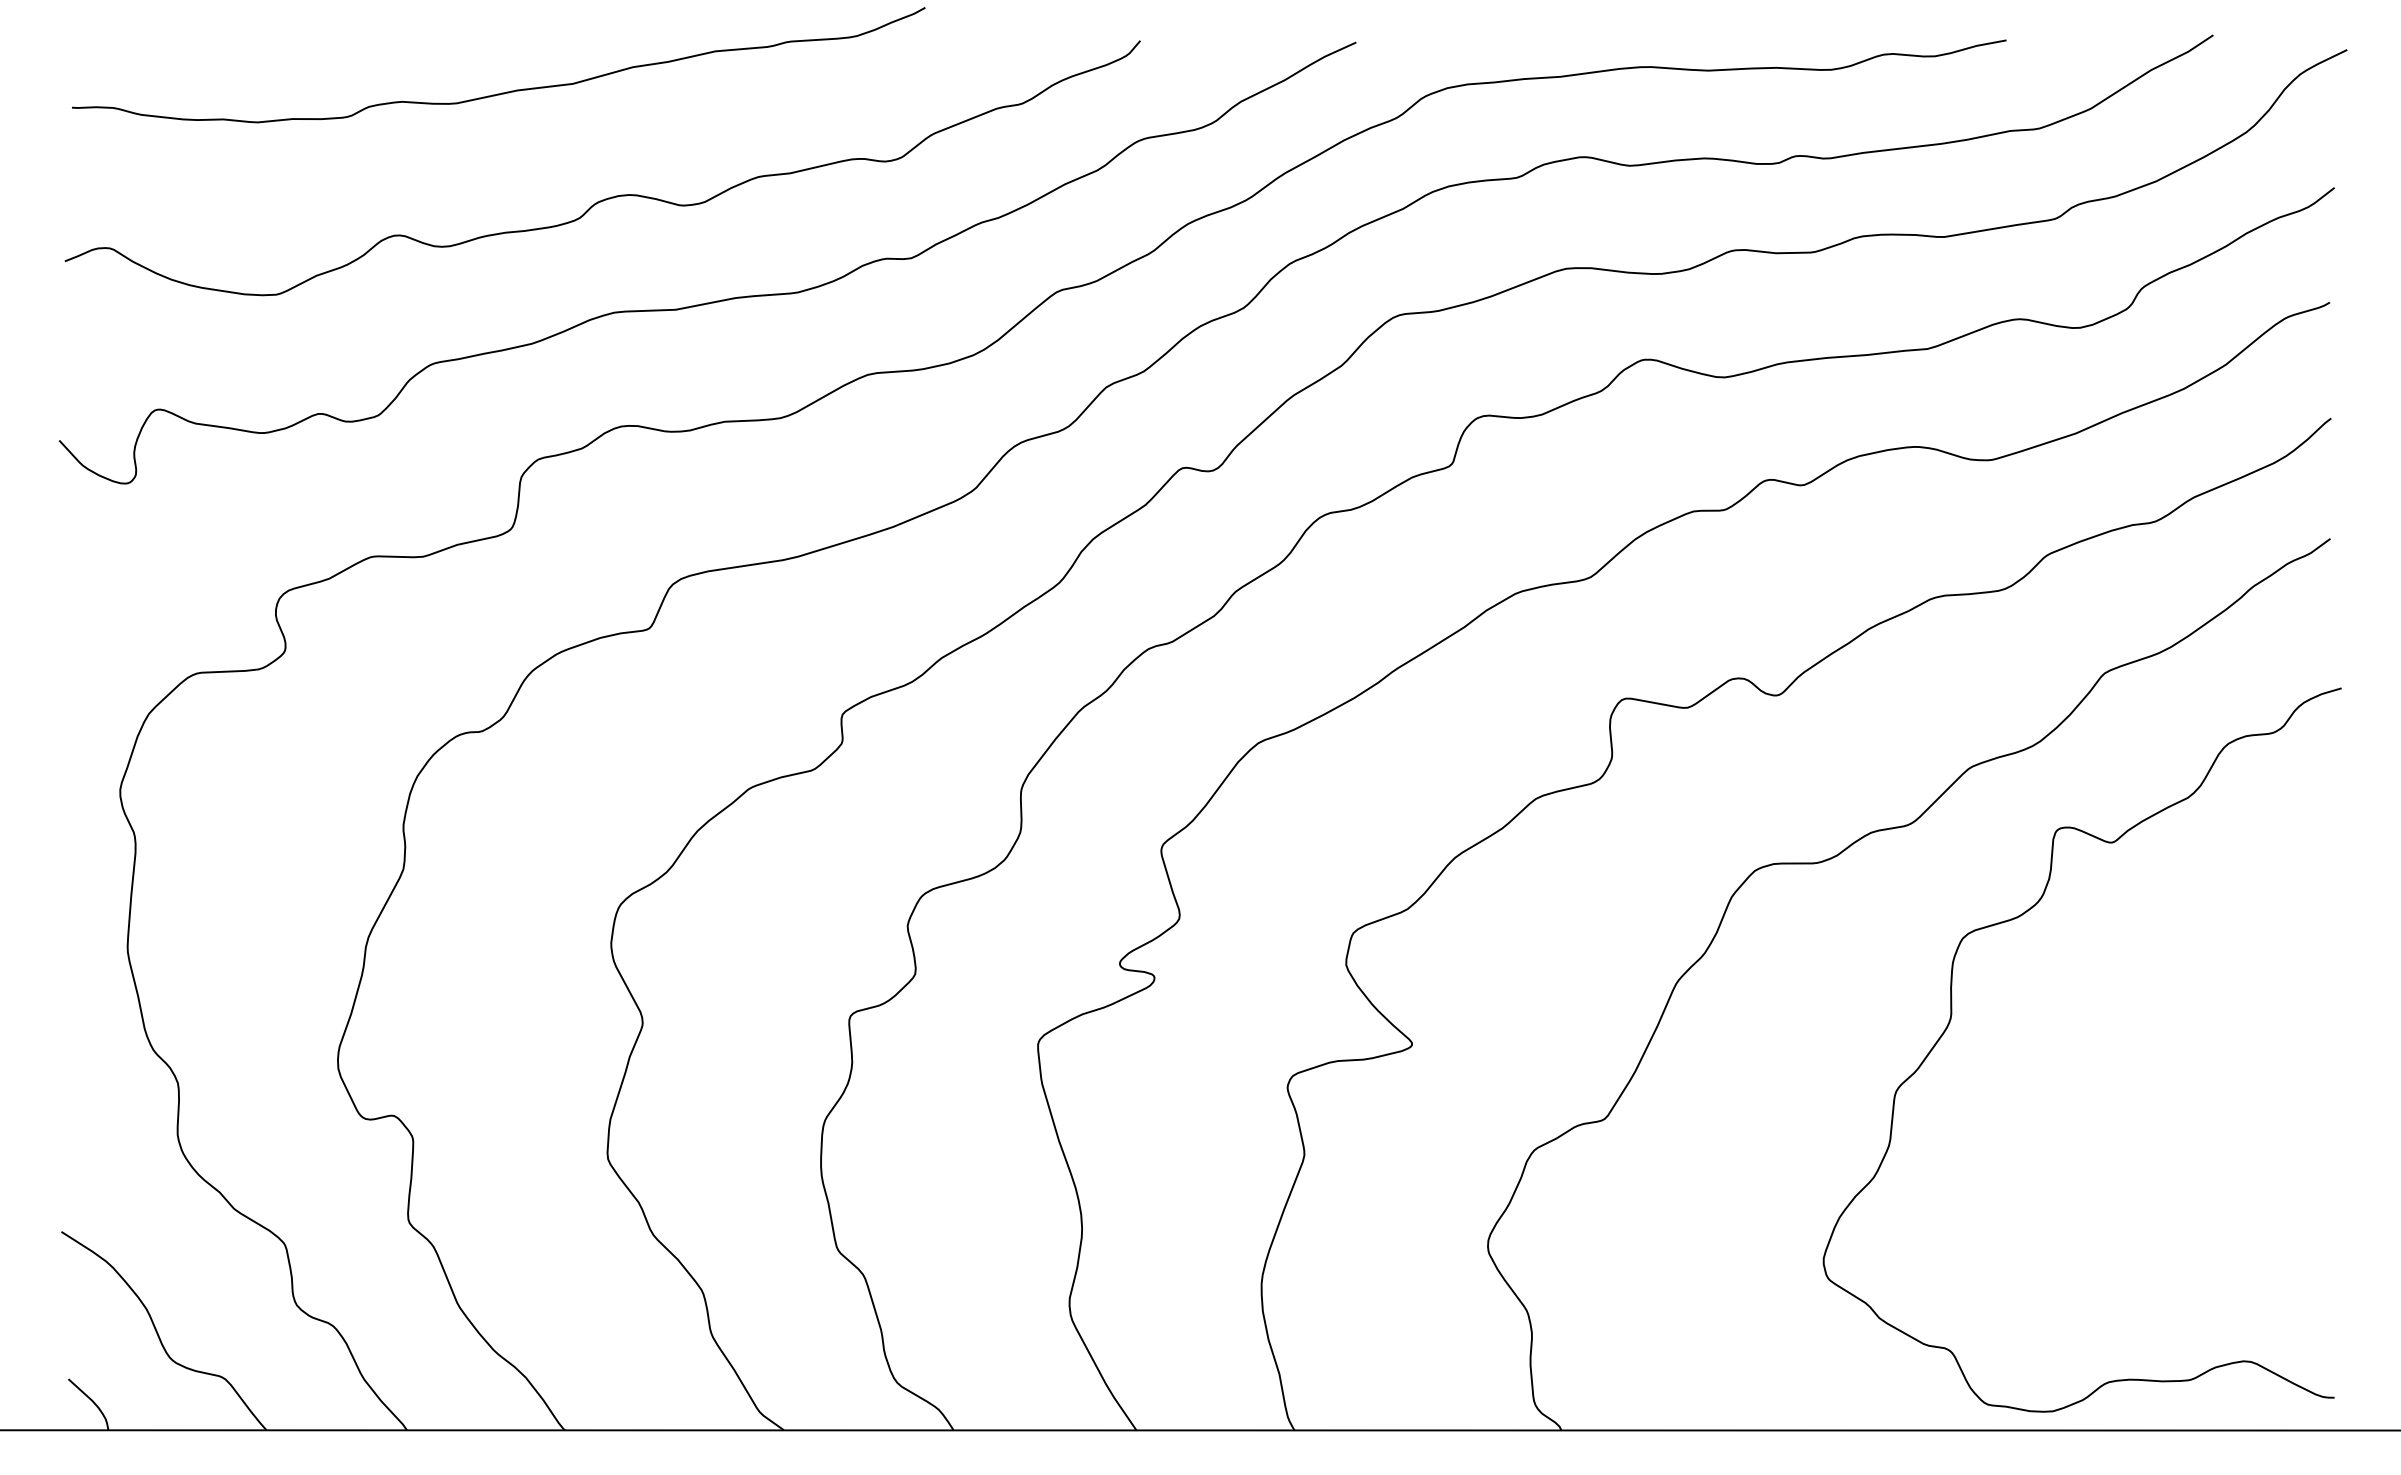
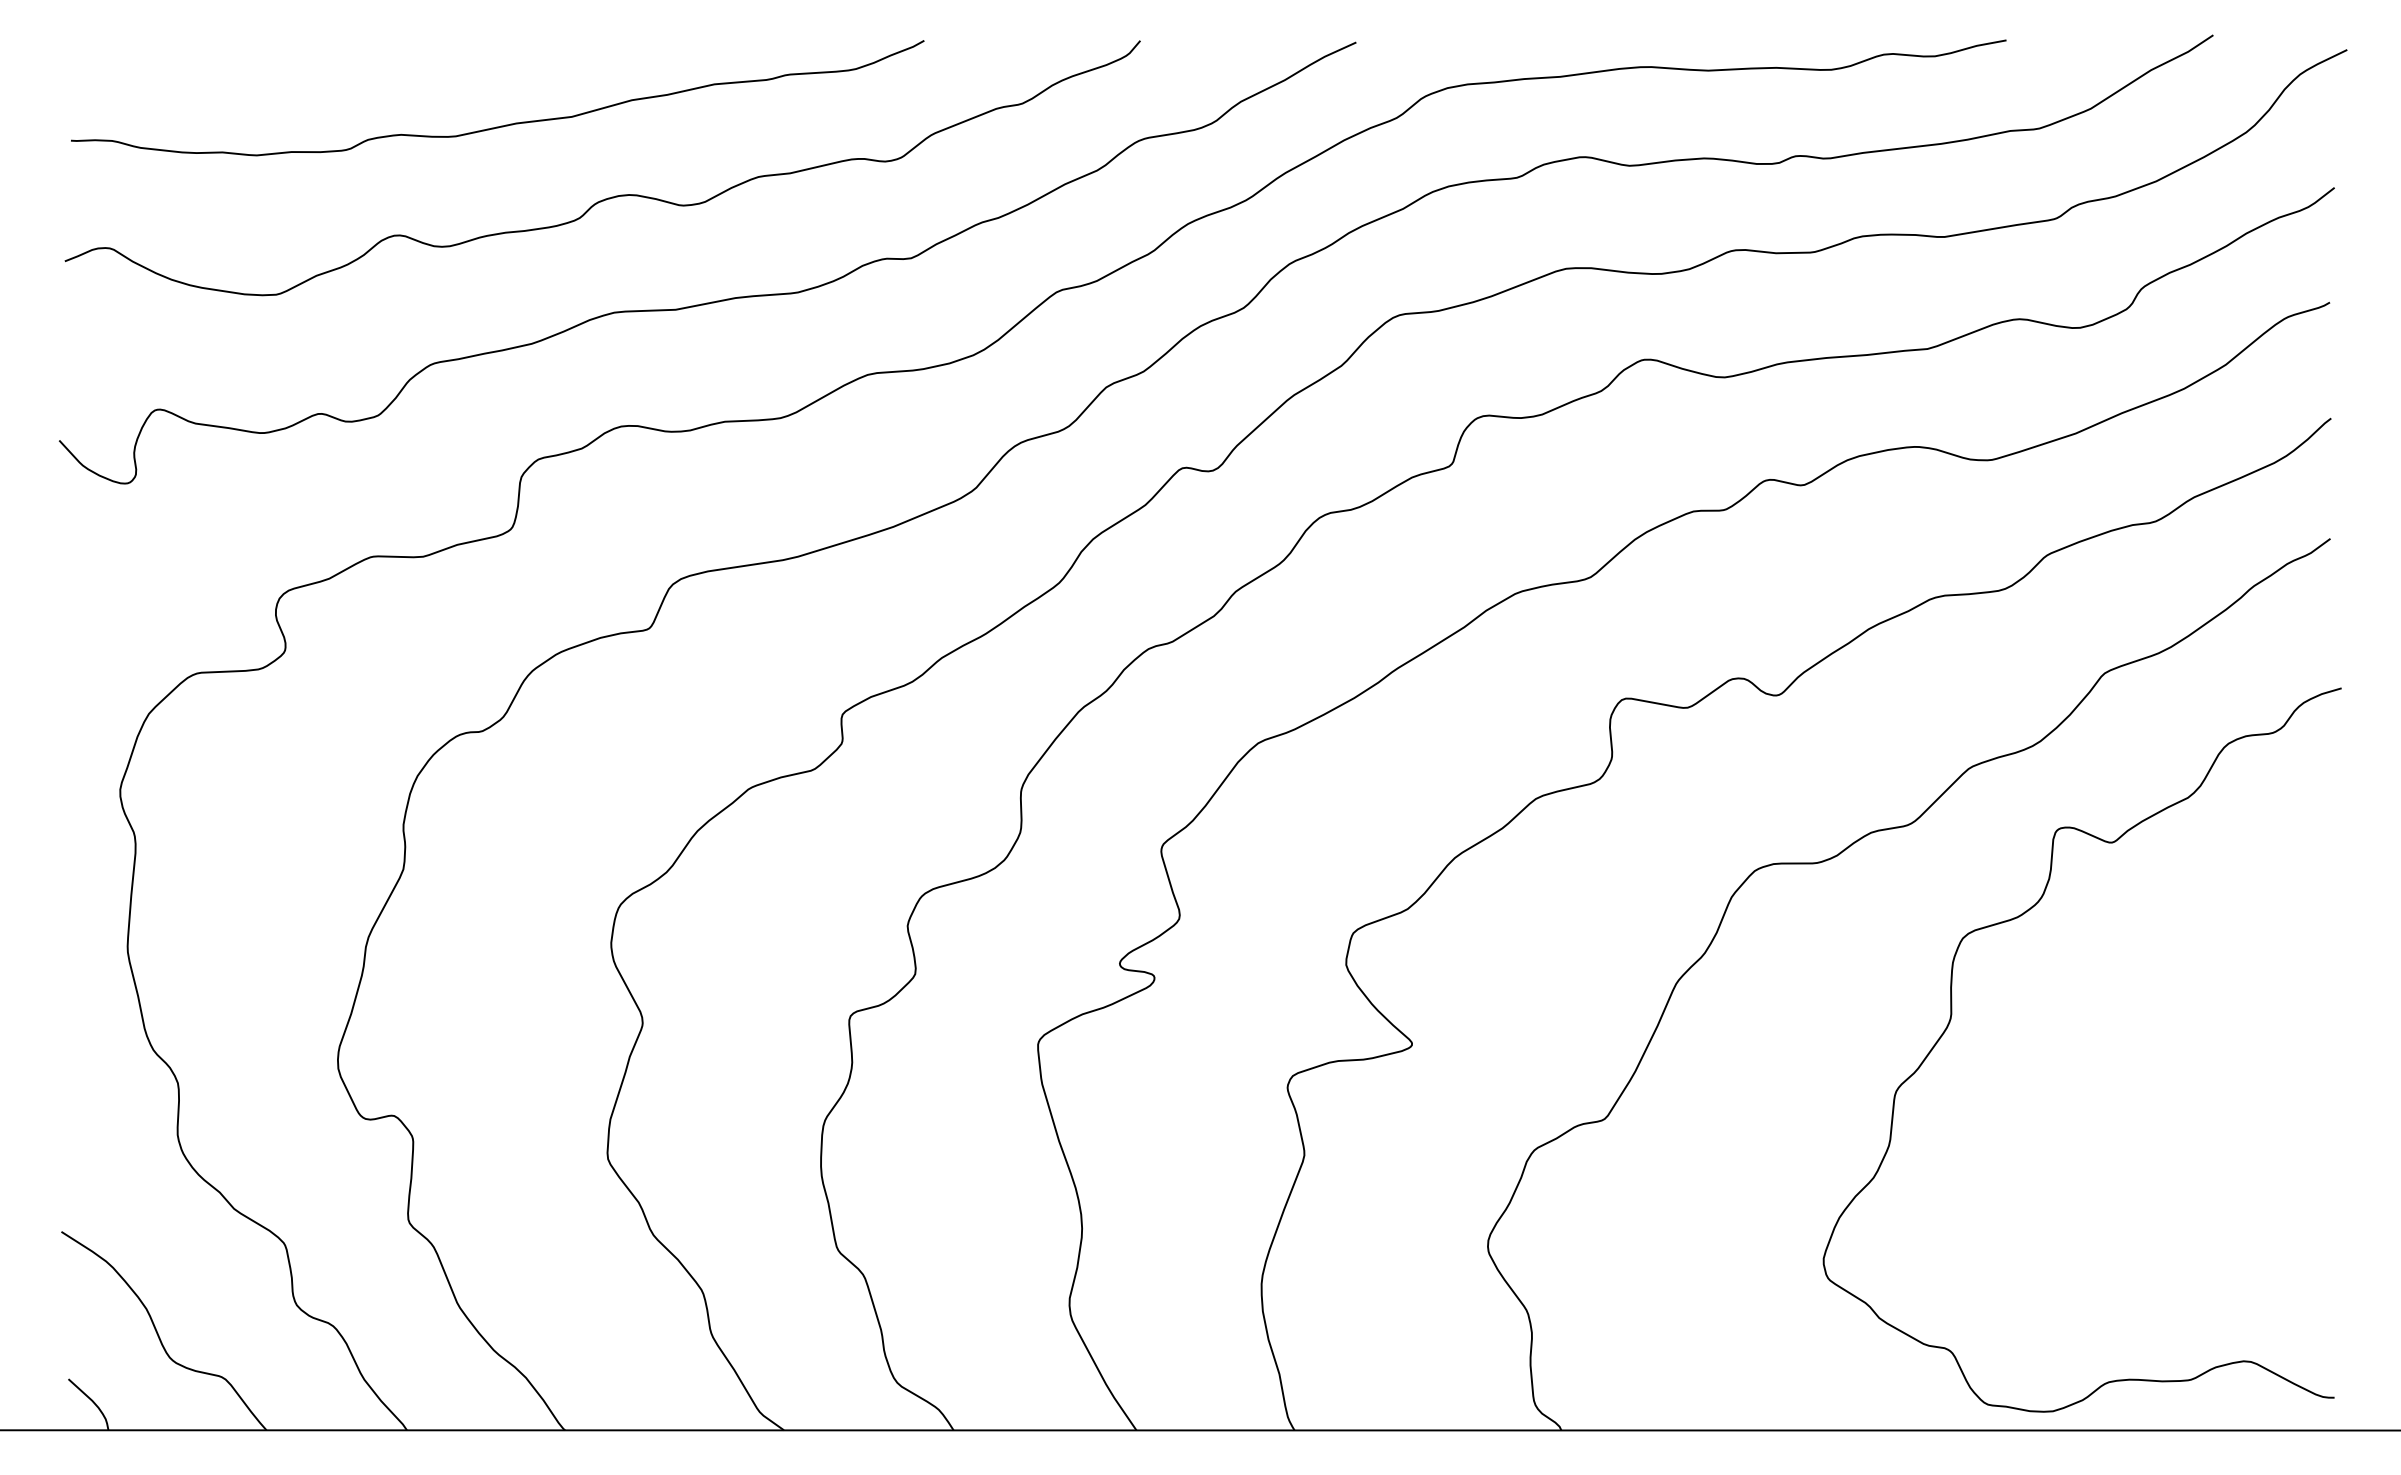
curve at (506, 91) position: (506, 91) -> (505, 124)
